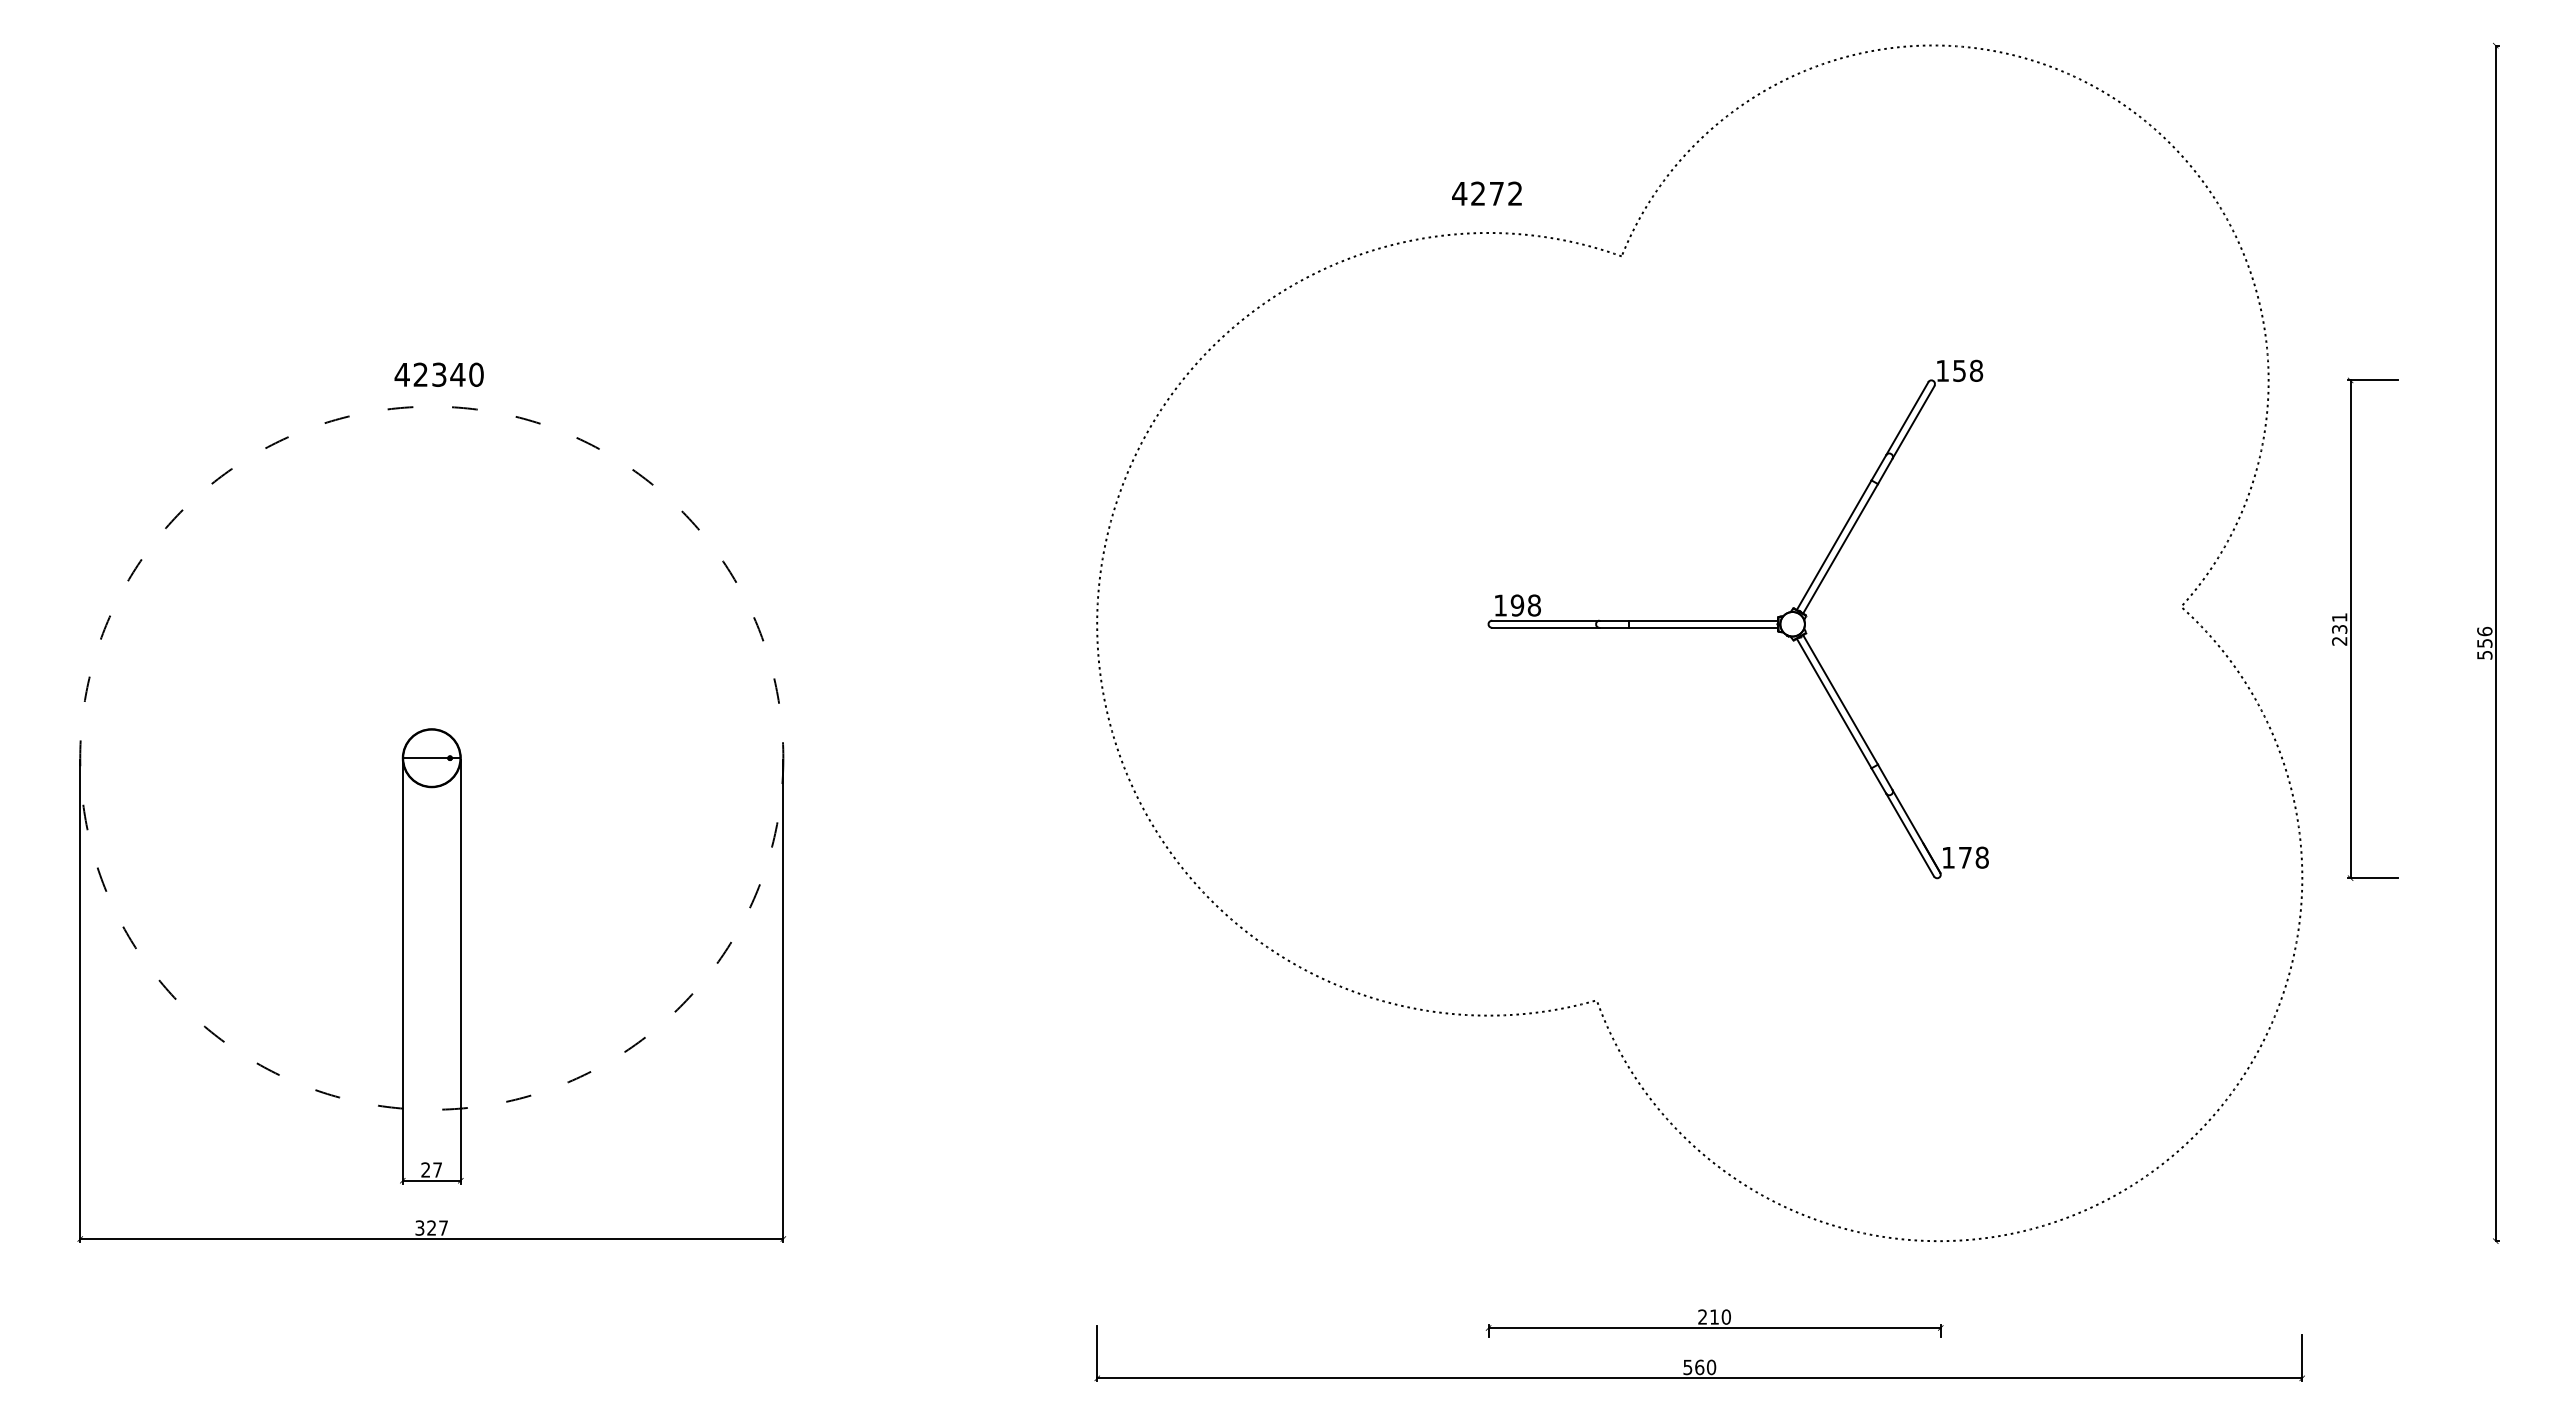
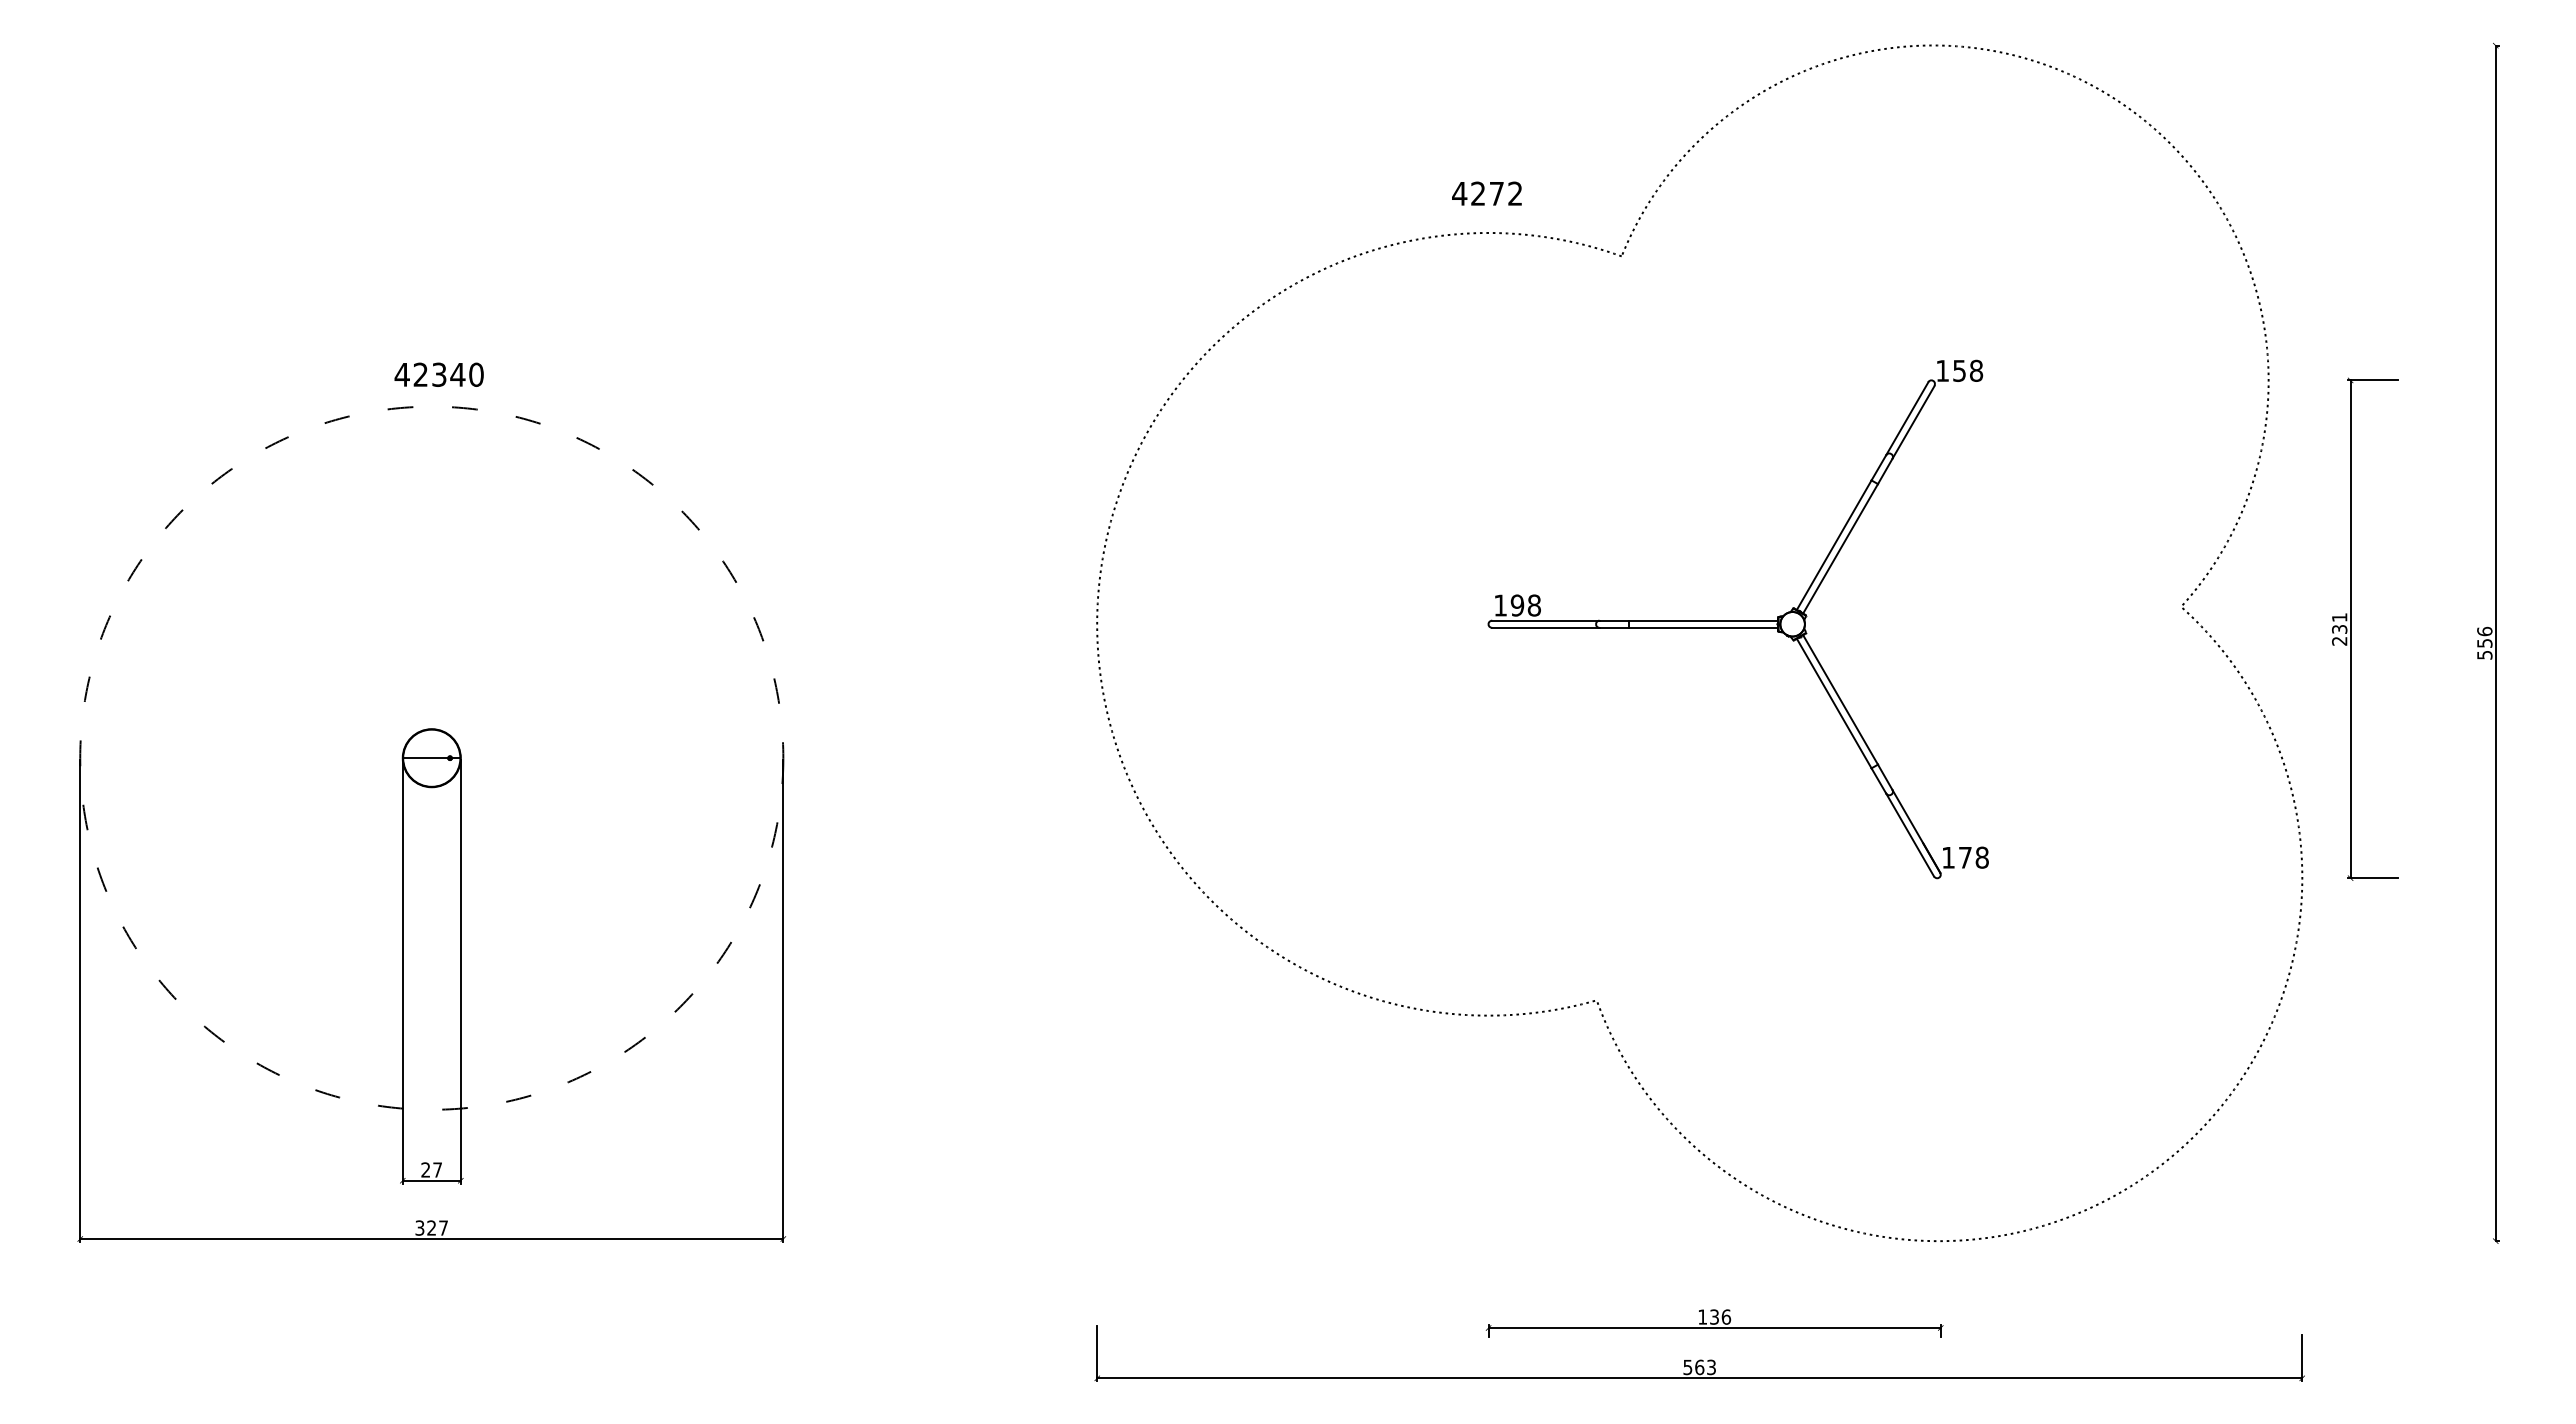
text at (1714, 1316): 210 -> 136
text at (1711, 1367): 560 -> 563
